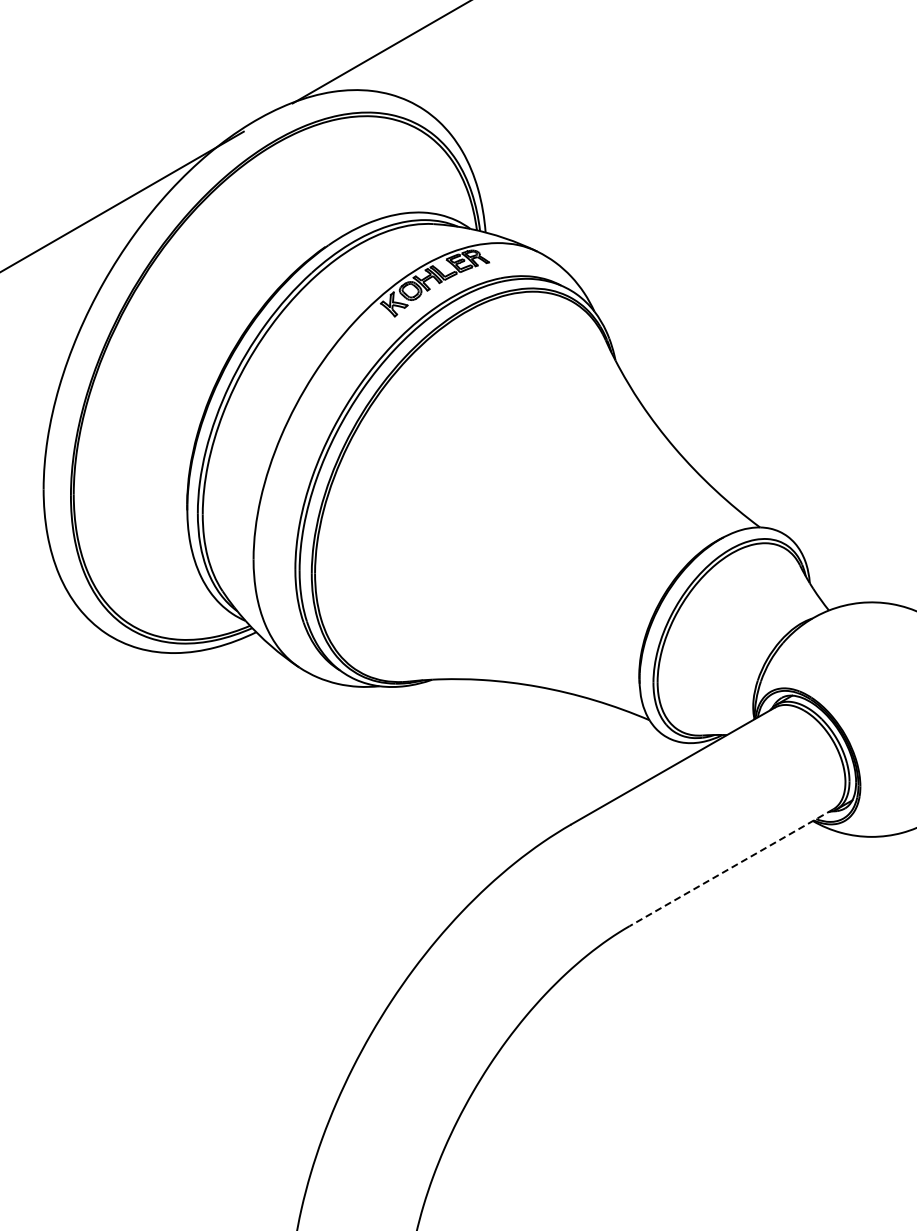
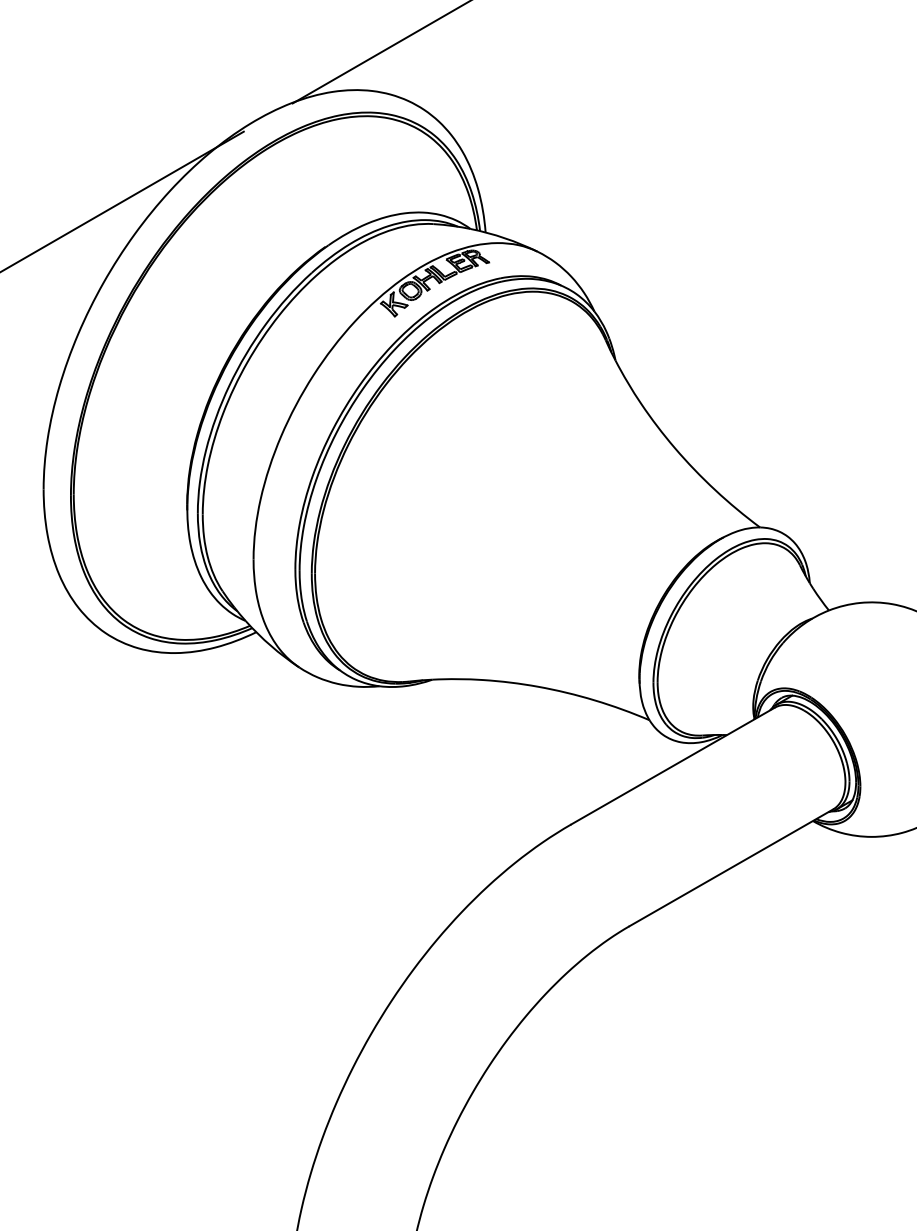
line at (730, 868): dashed -> solid
